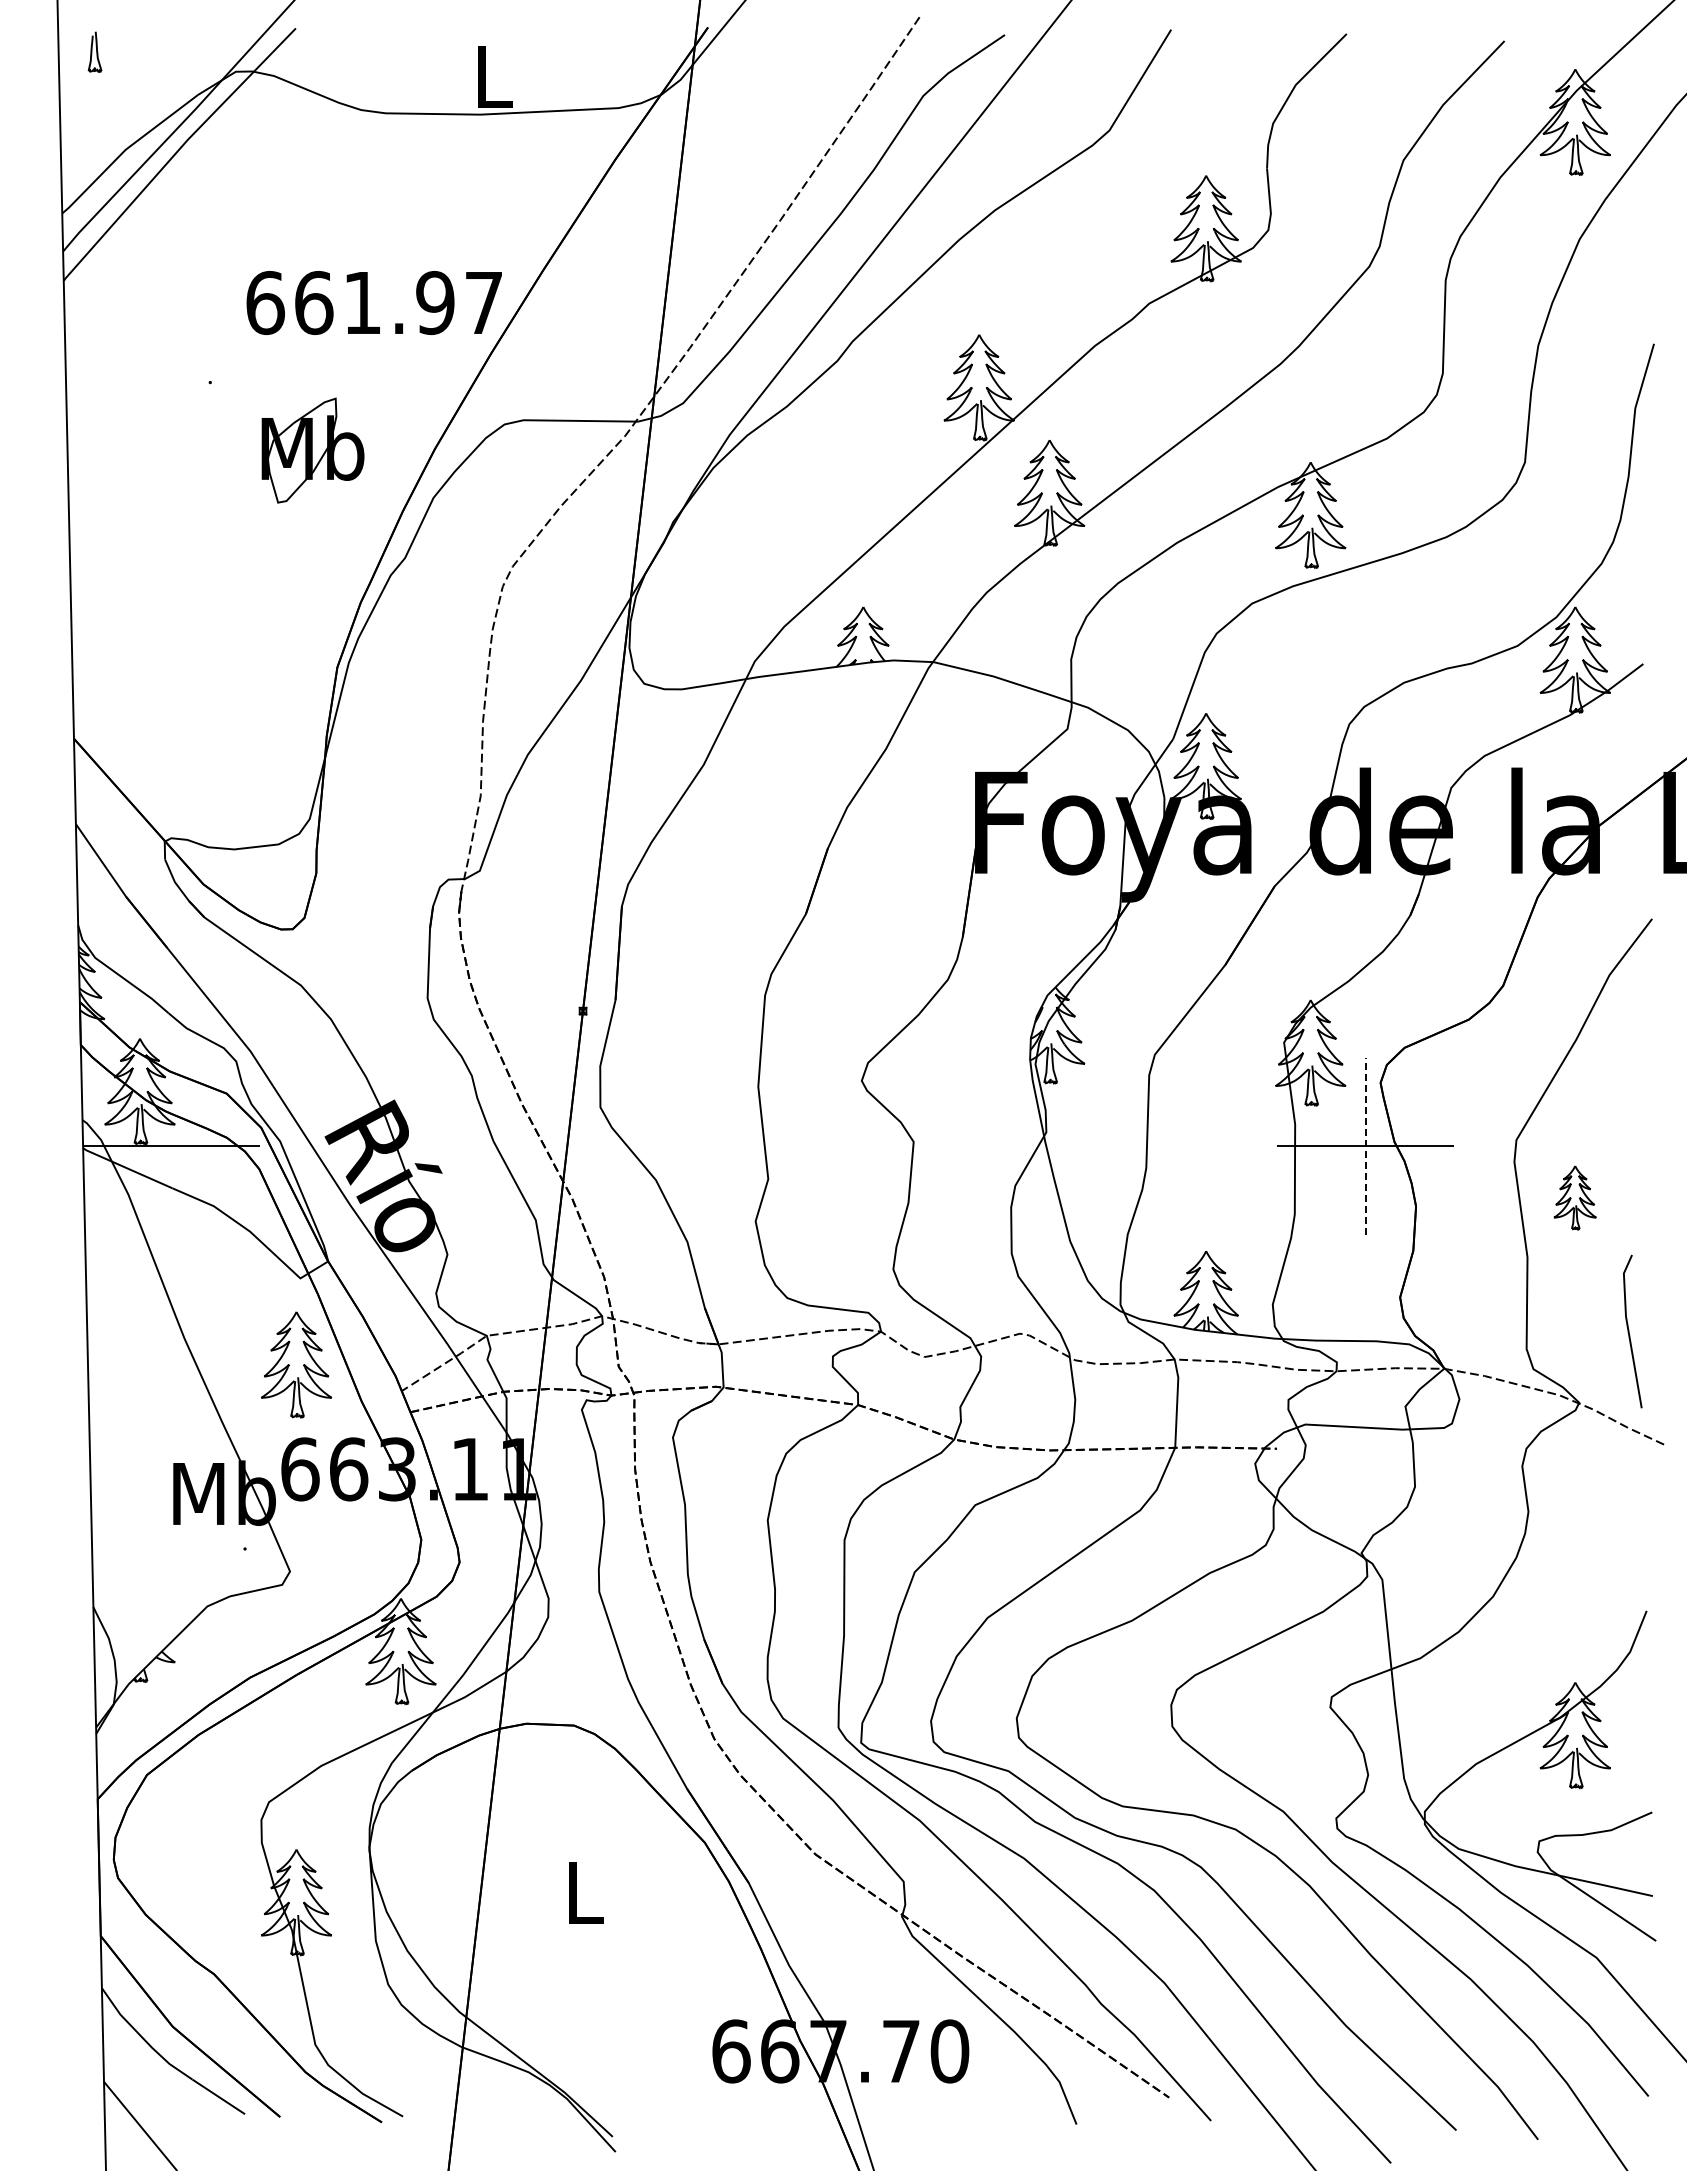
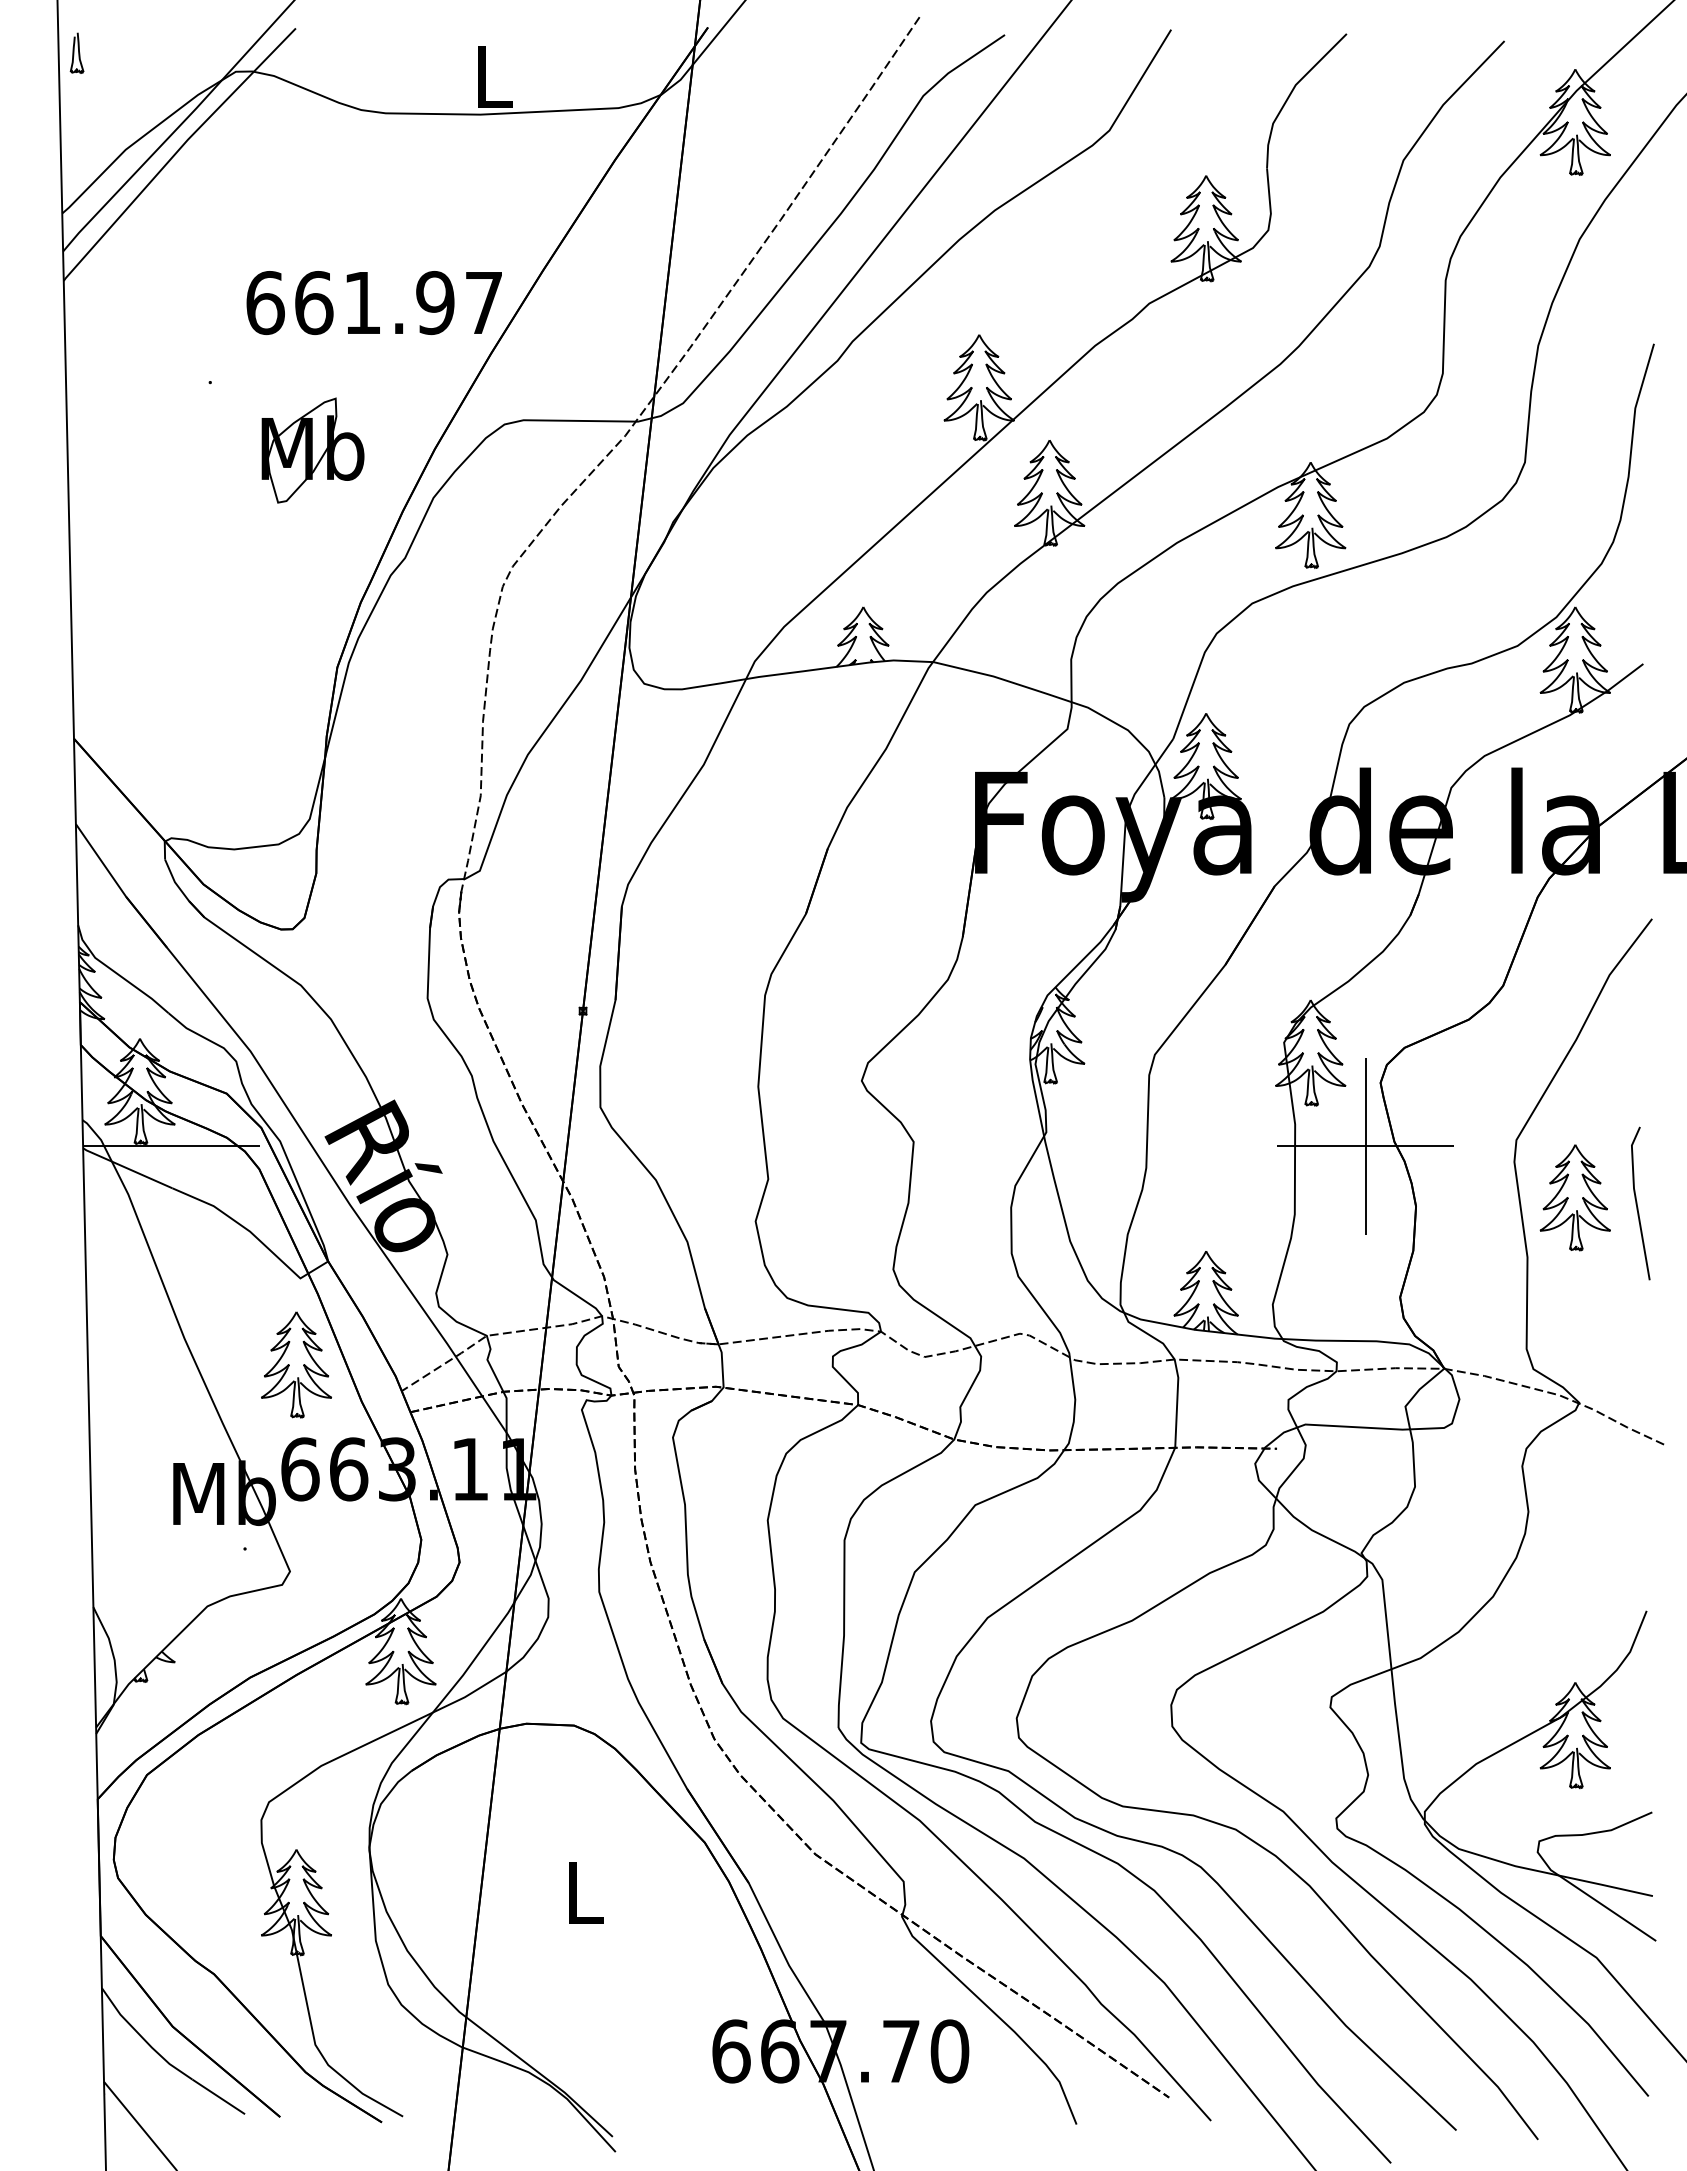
part at (94, 51) position: (94, 51) -> (76, 52)
line at (1365, 1145): dashed -> solid
part at (1574, 1197) size: 44x66 px -> 72x108 px
line at (1629, 1331) position: (1629, 1331) -> (1637, 1203)
